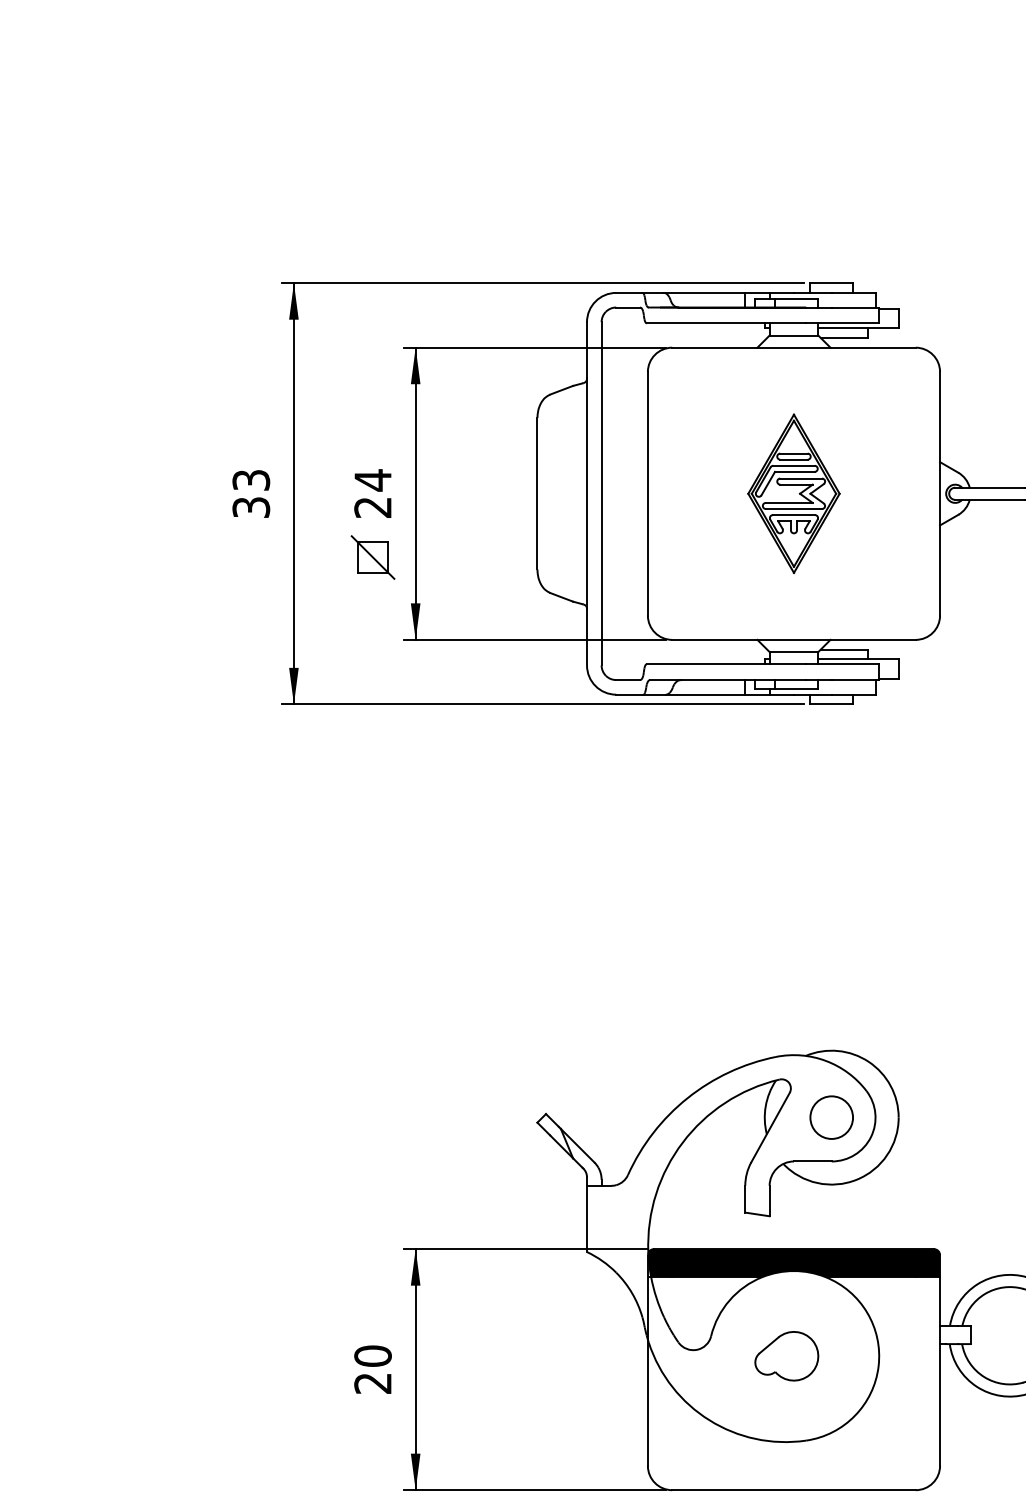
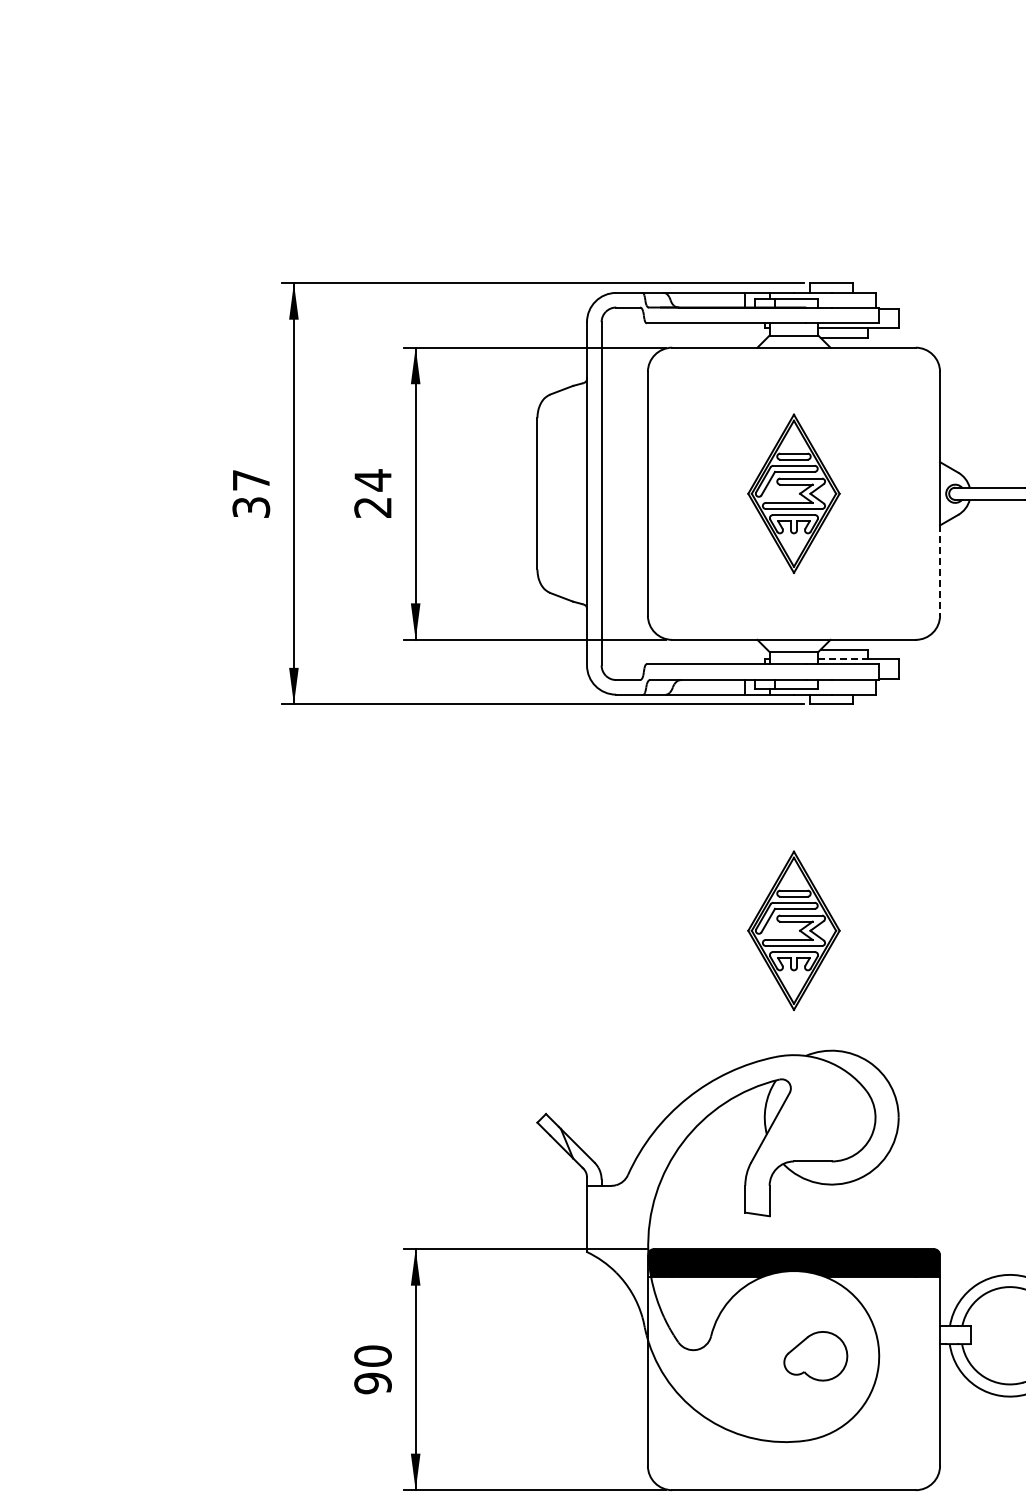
text at (251, 480): 33 -> 37
part at (372, 557): present -> none
line at (940, 570): solid -> dashed
line at (843, 659): solid -> dashed
part at (793, 930): none -> present
circle at (831, 1117): present -> none
part at (786, 1356) position: (786, 1356) -> (815, 1356)
text at (372, 1383): 20 -> 90
